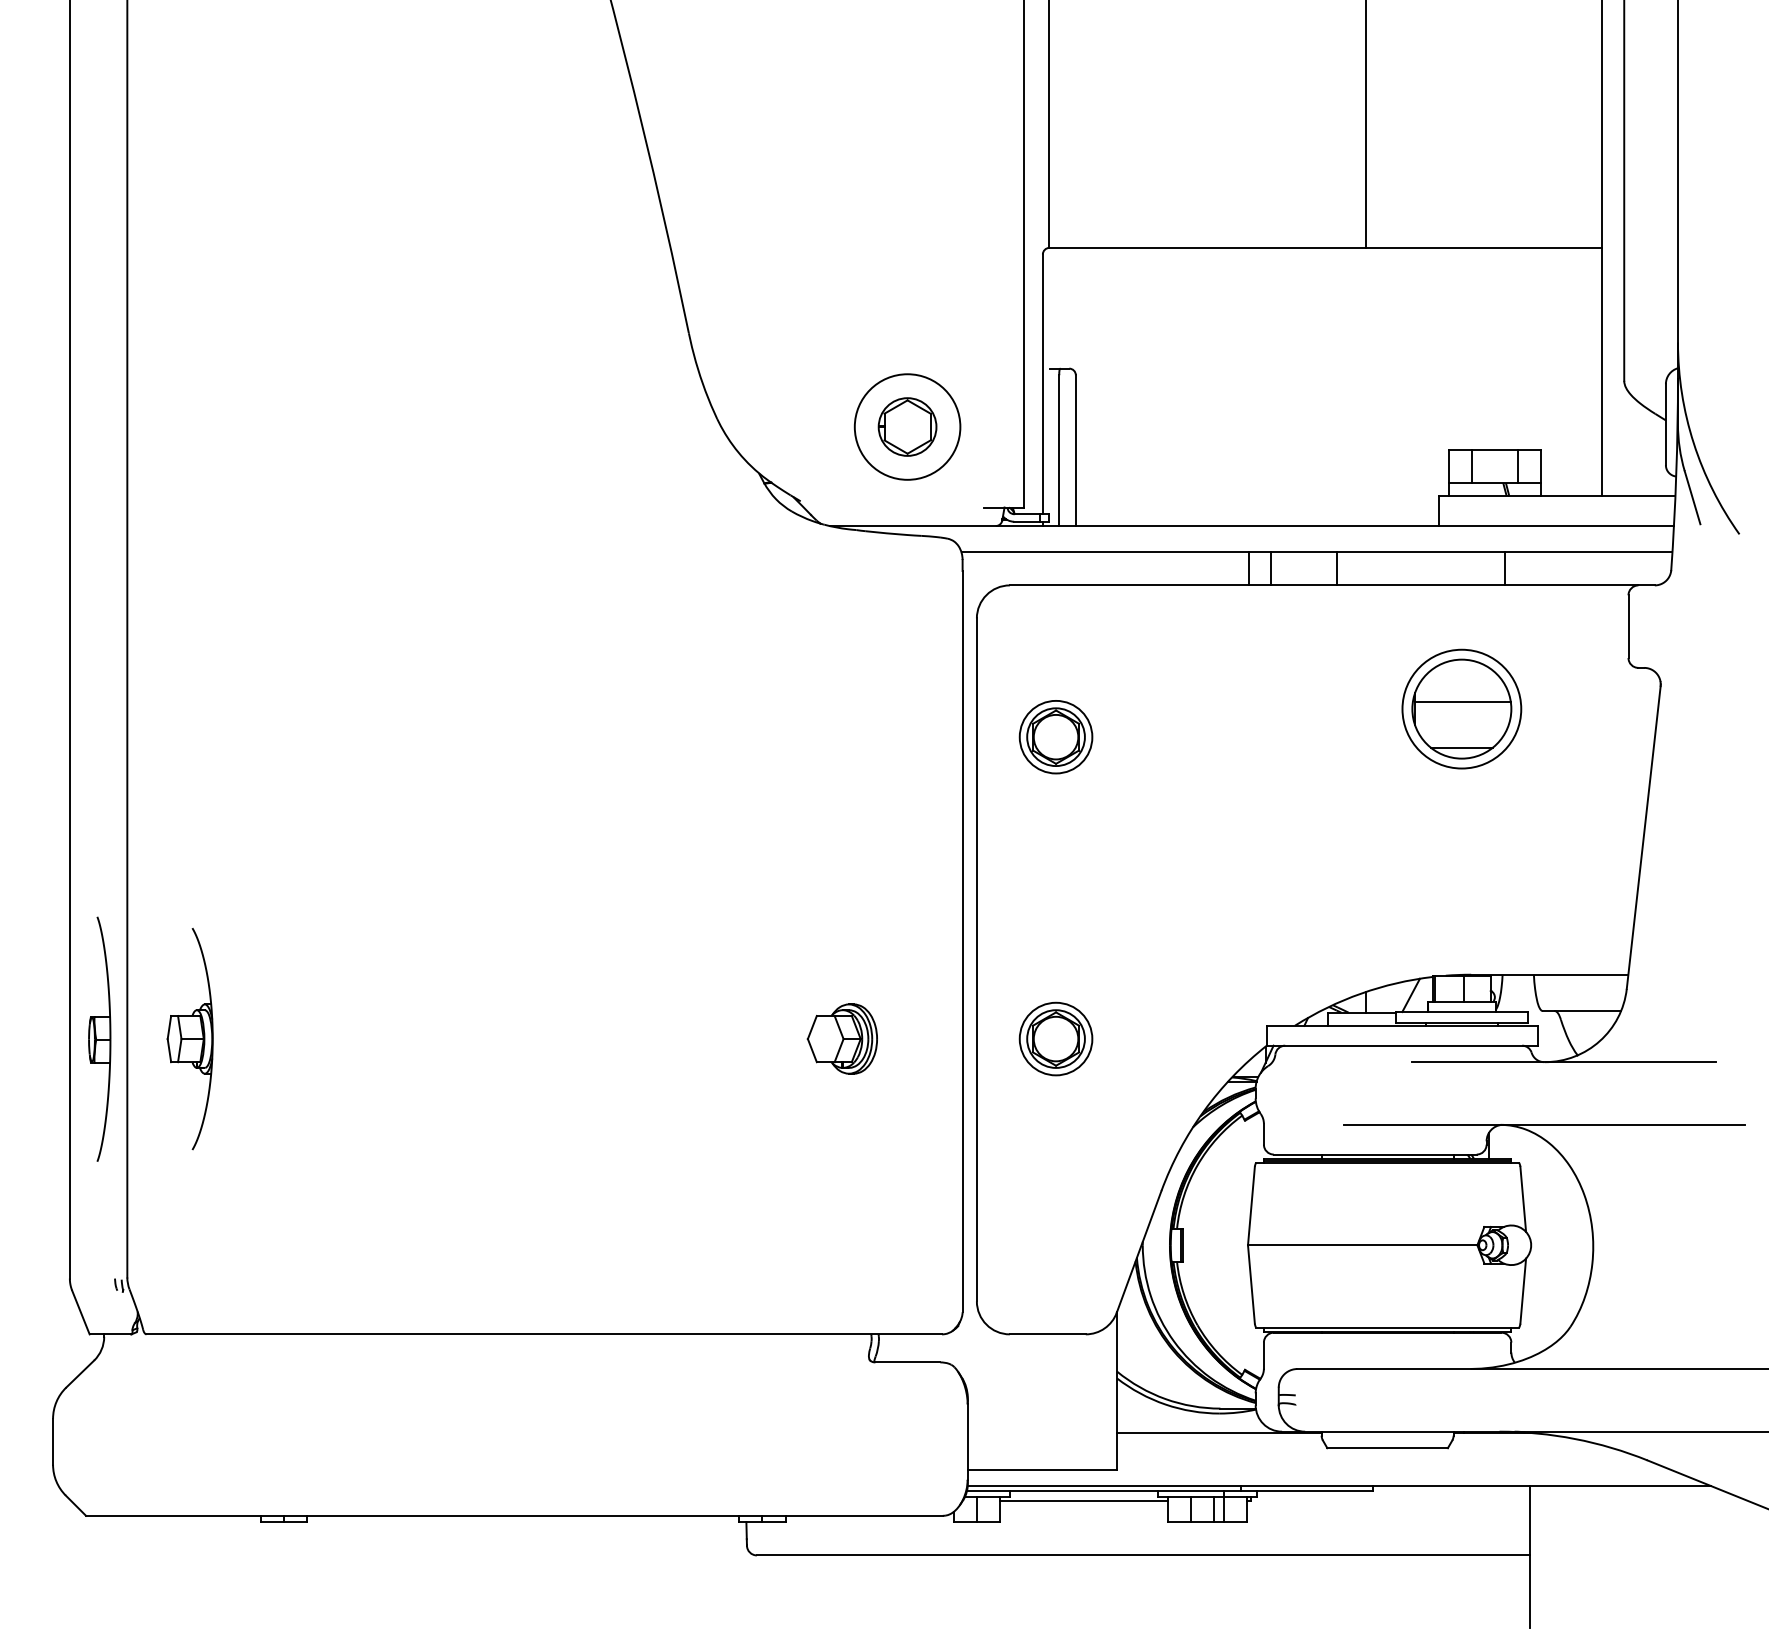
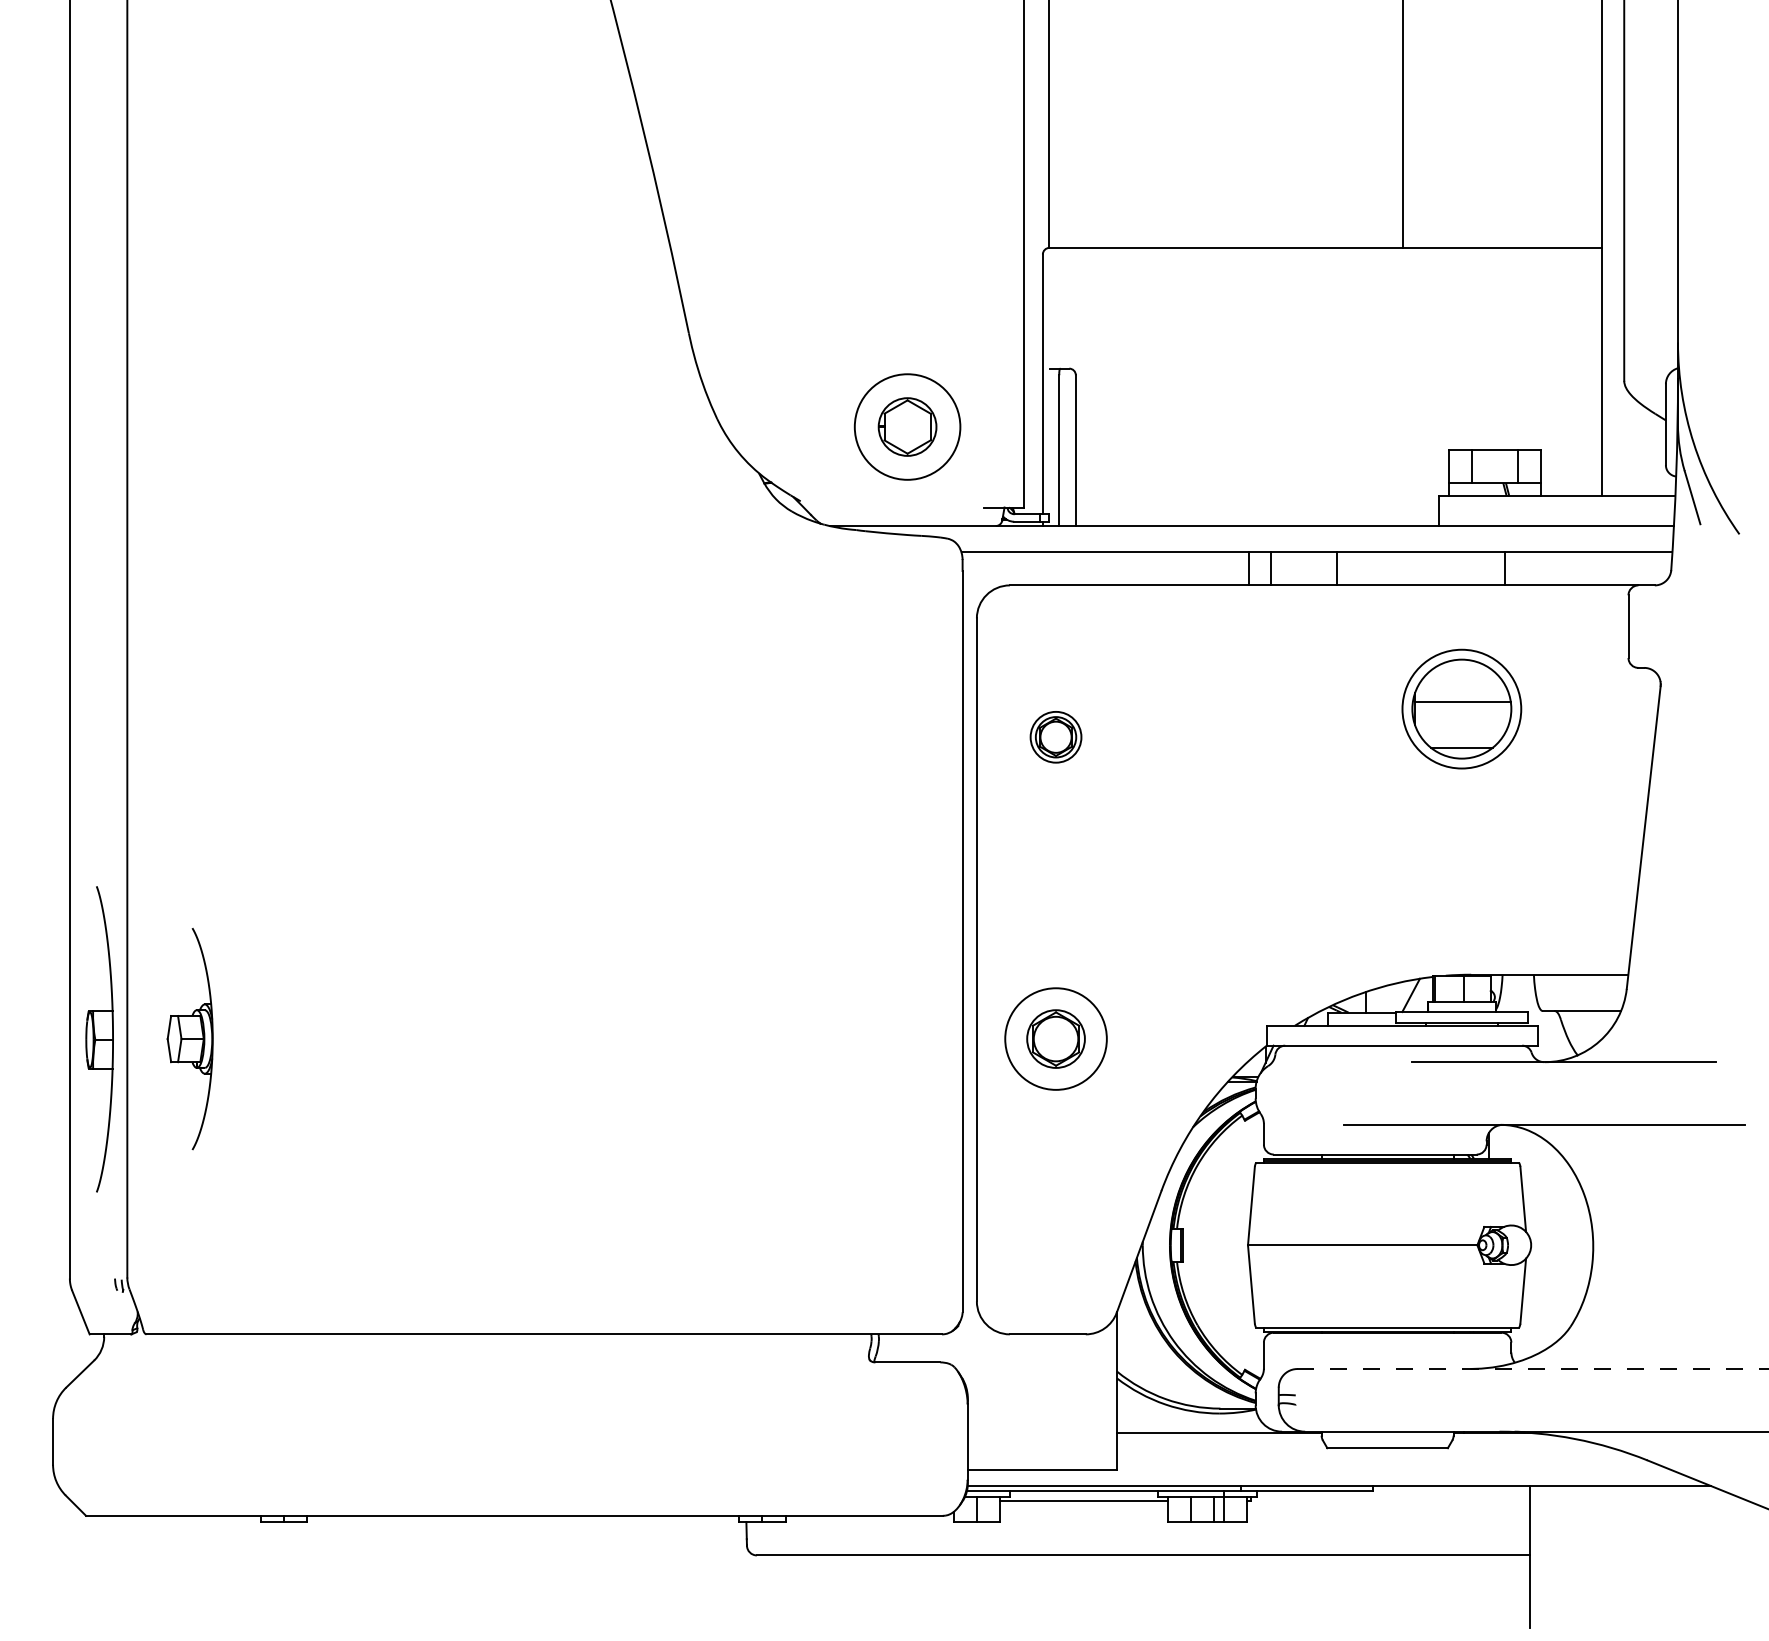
line at (1366, 124) position: (1366, 124) -> (1403, 124)
part at (1055, 737) size: 76x75 px -> 54x53 px
part at (99, 1038) size: 24x246 px -> 29x307 px
part at (841, 1038): present -> none
circle at (1055, 1038) diameter: 73 px -> 102 px
line at (1533, 1369): solid -> dashed
